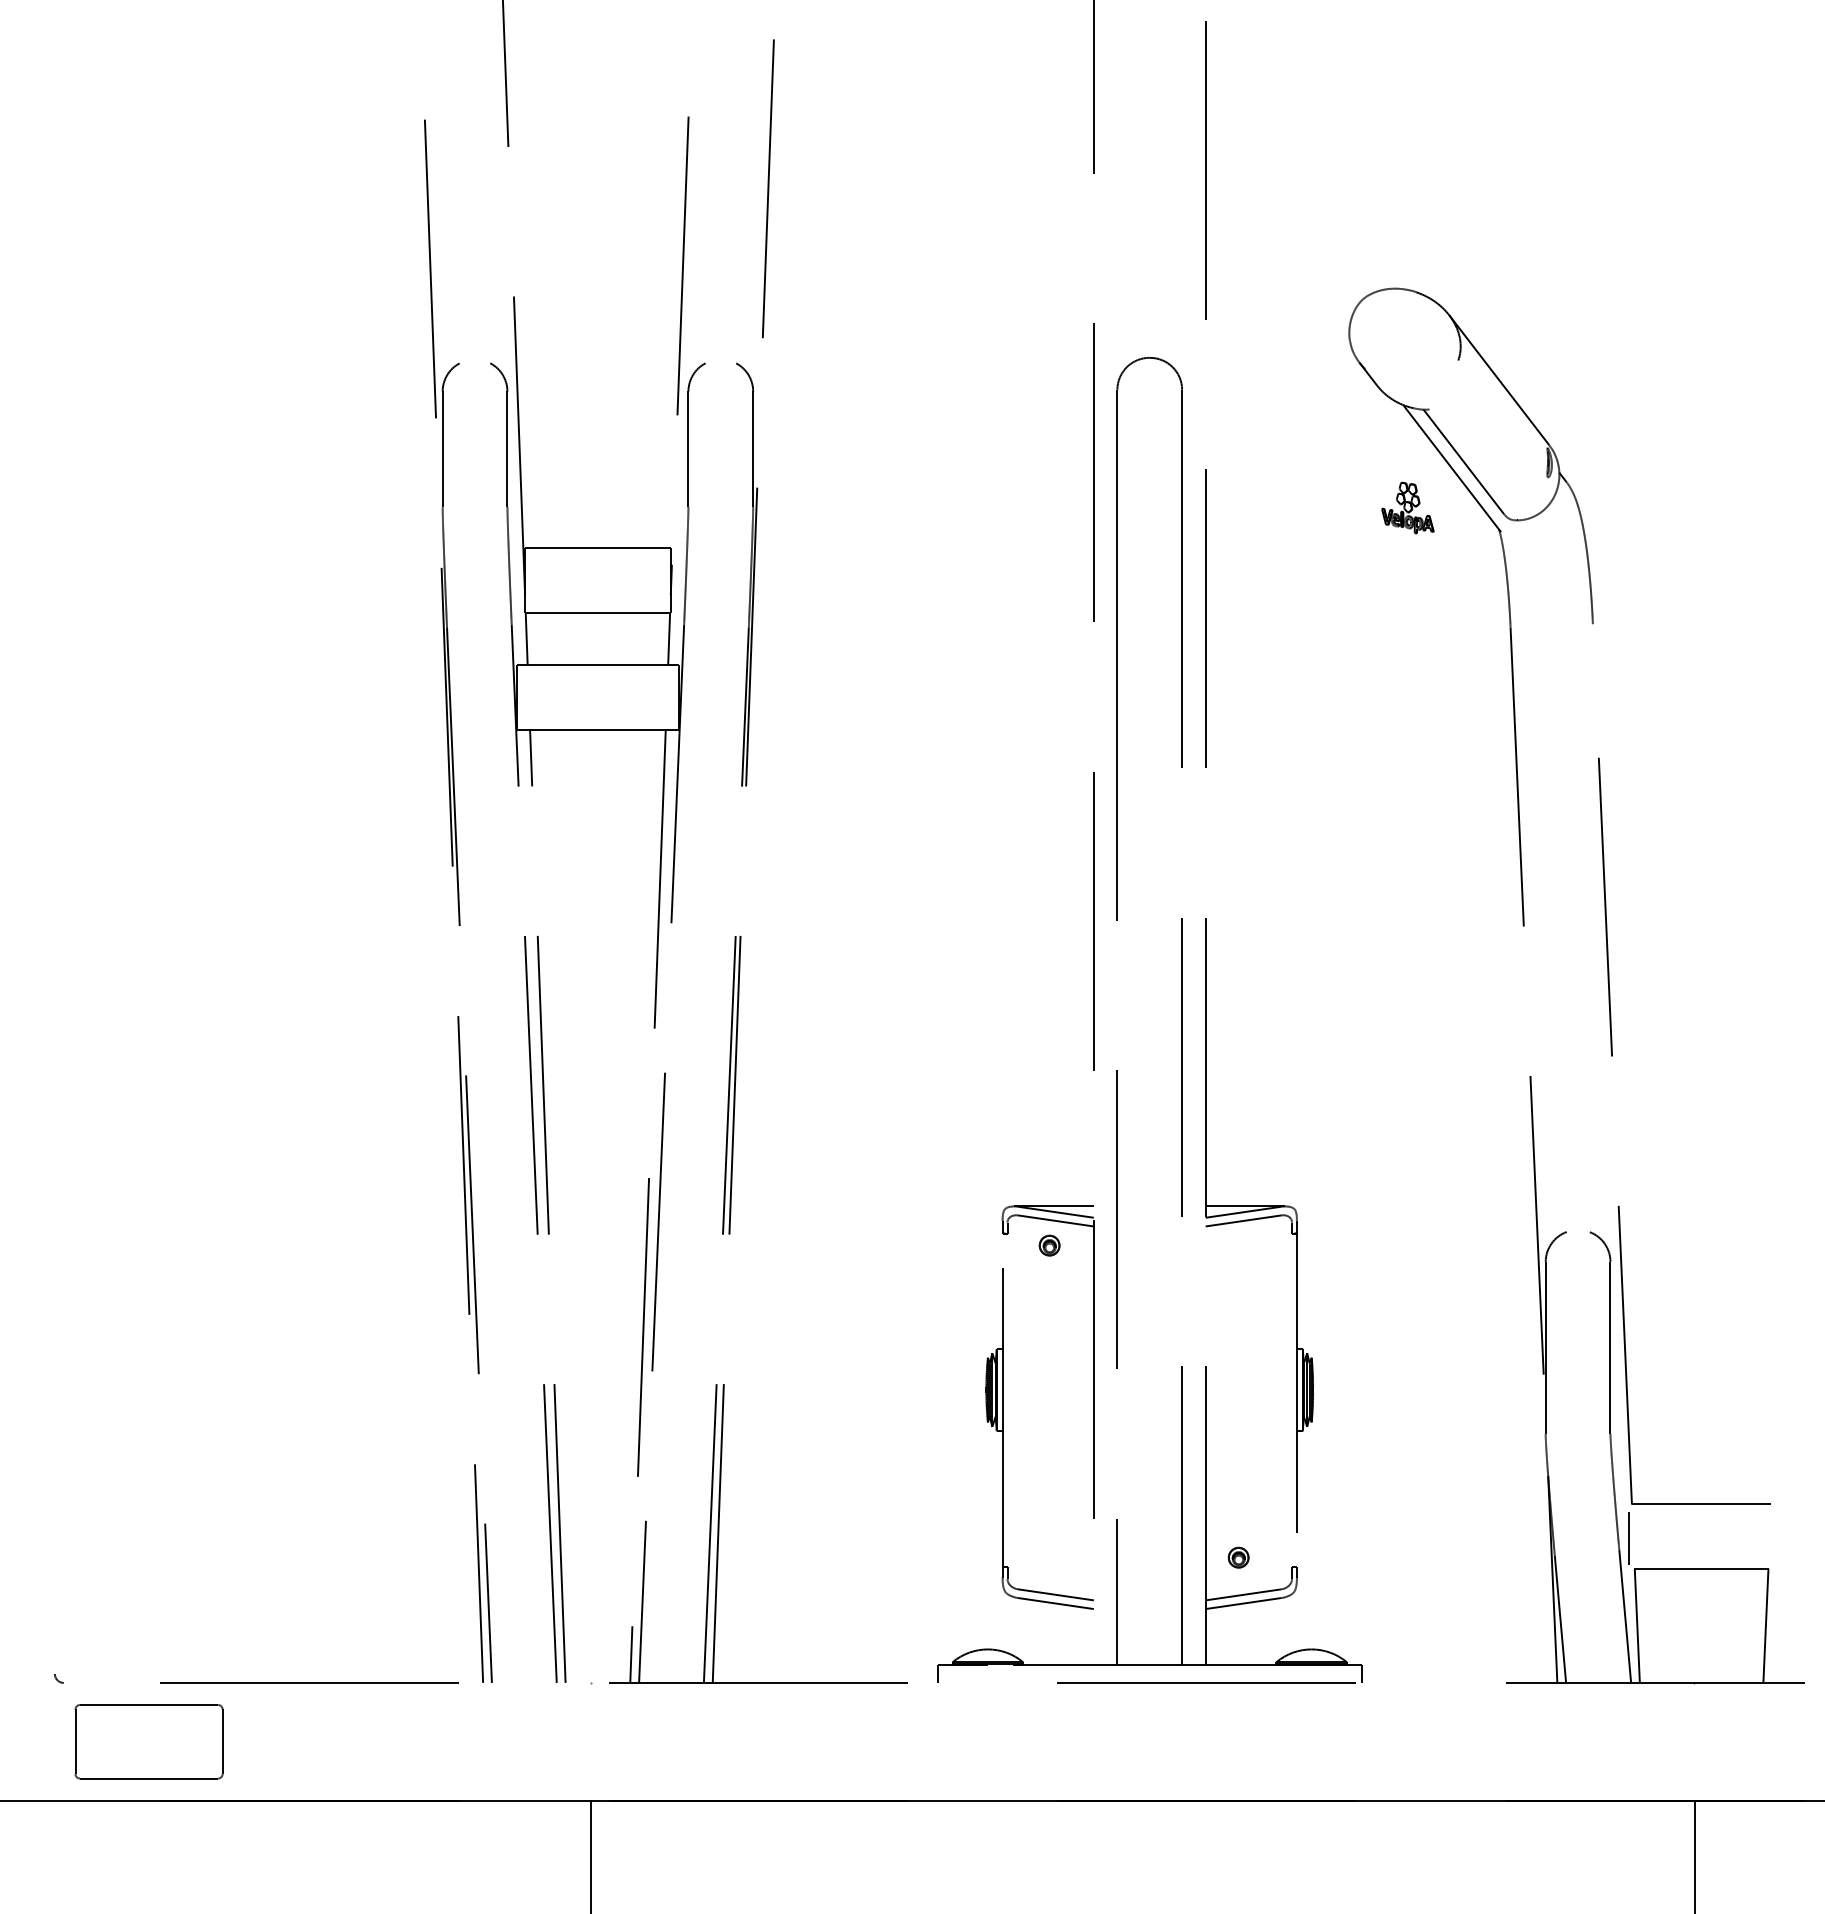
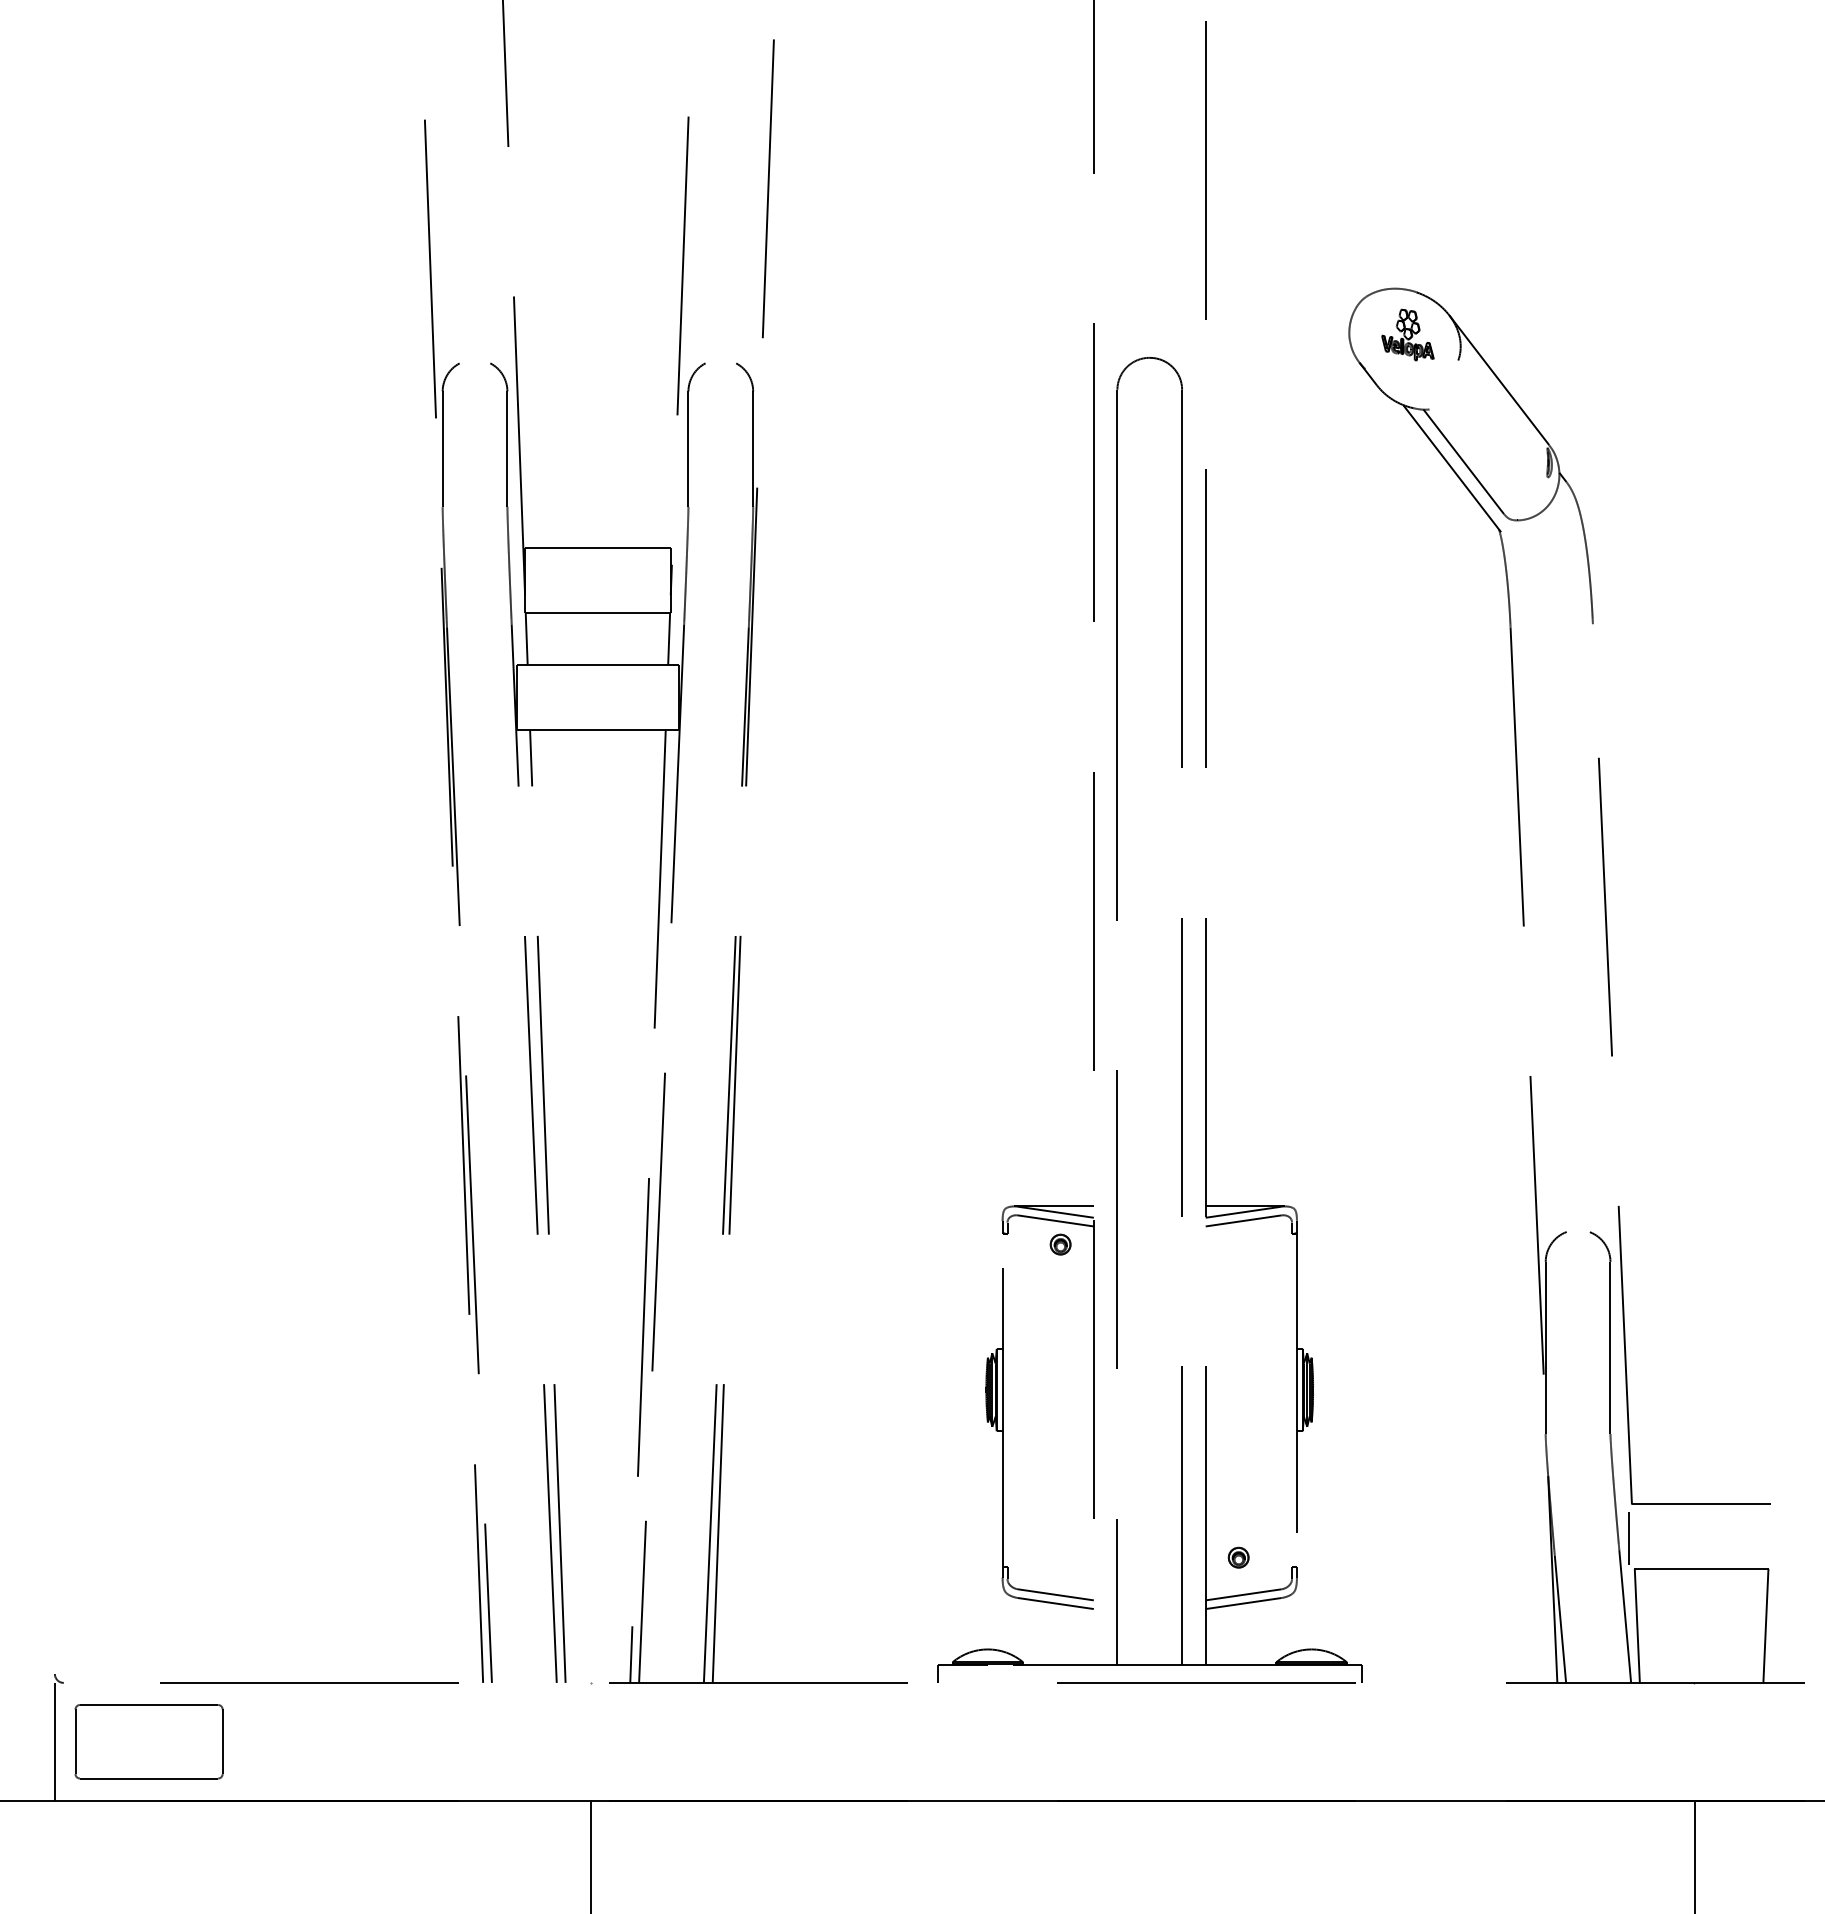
part at (1407, 507) position: (1407, 507) -> (1407, 334)
part at (1049, 1245) position: (1049, 1245) -> (1060, 1244)
line at (54, 1741): none -> present
